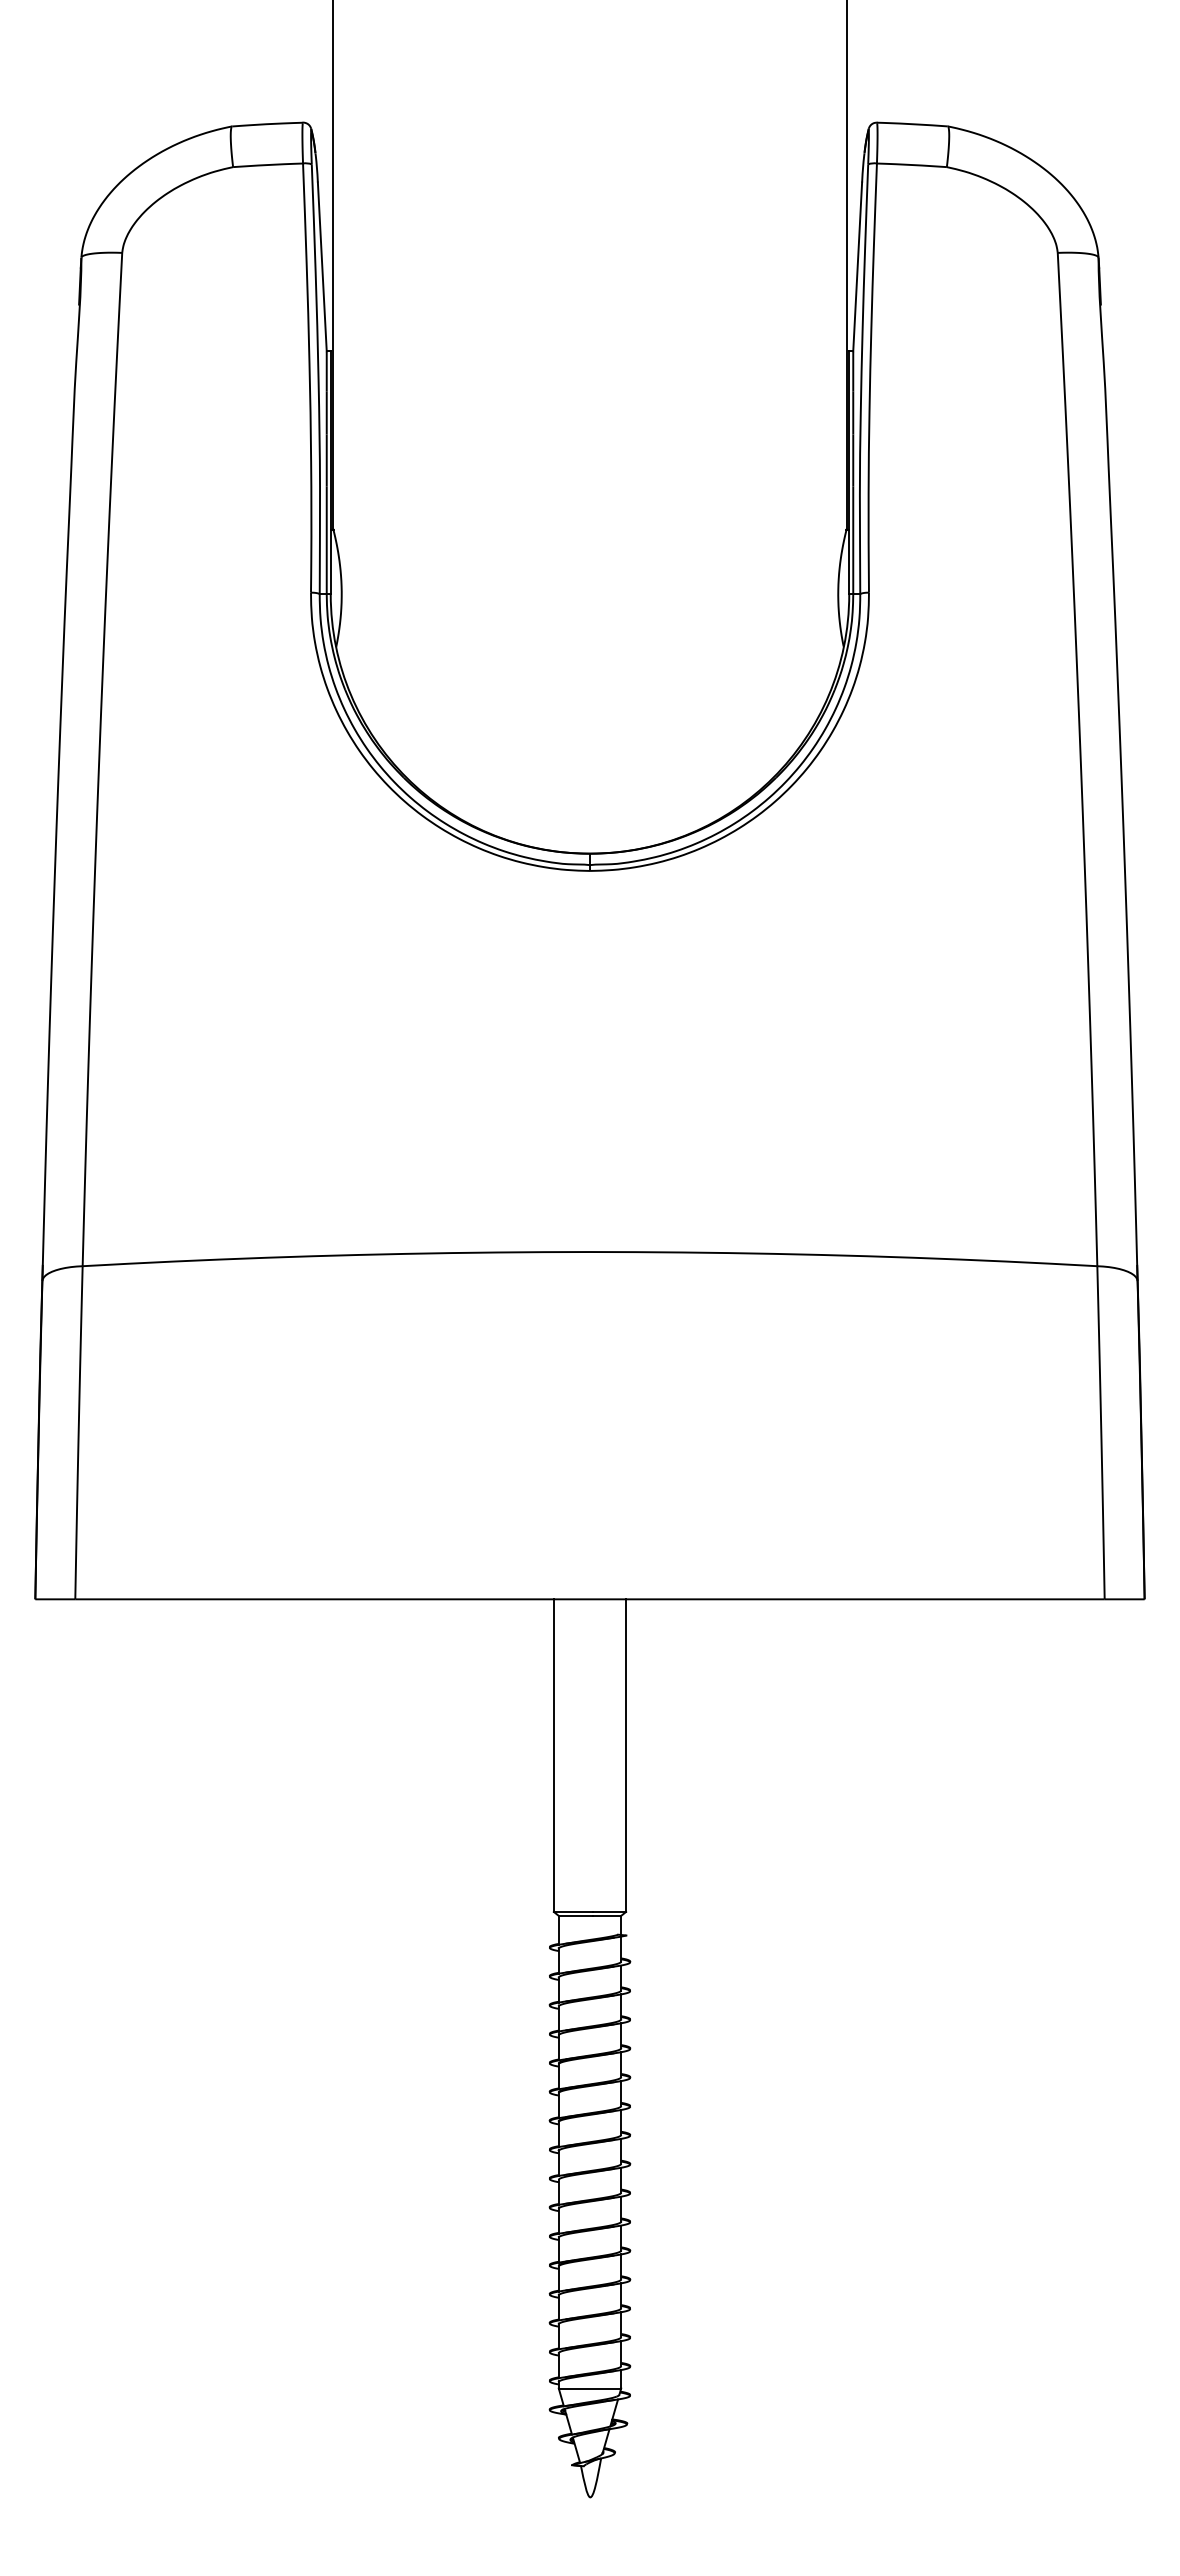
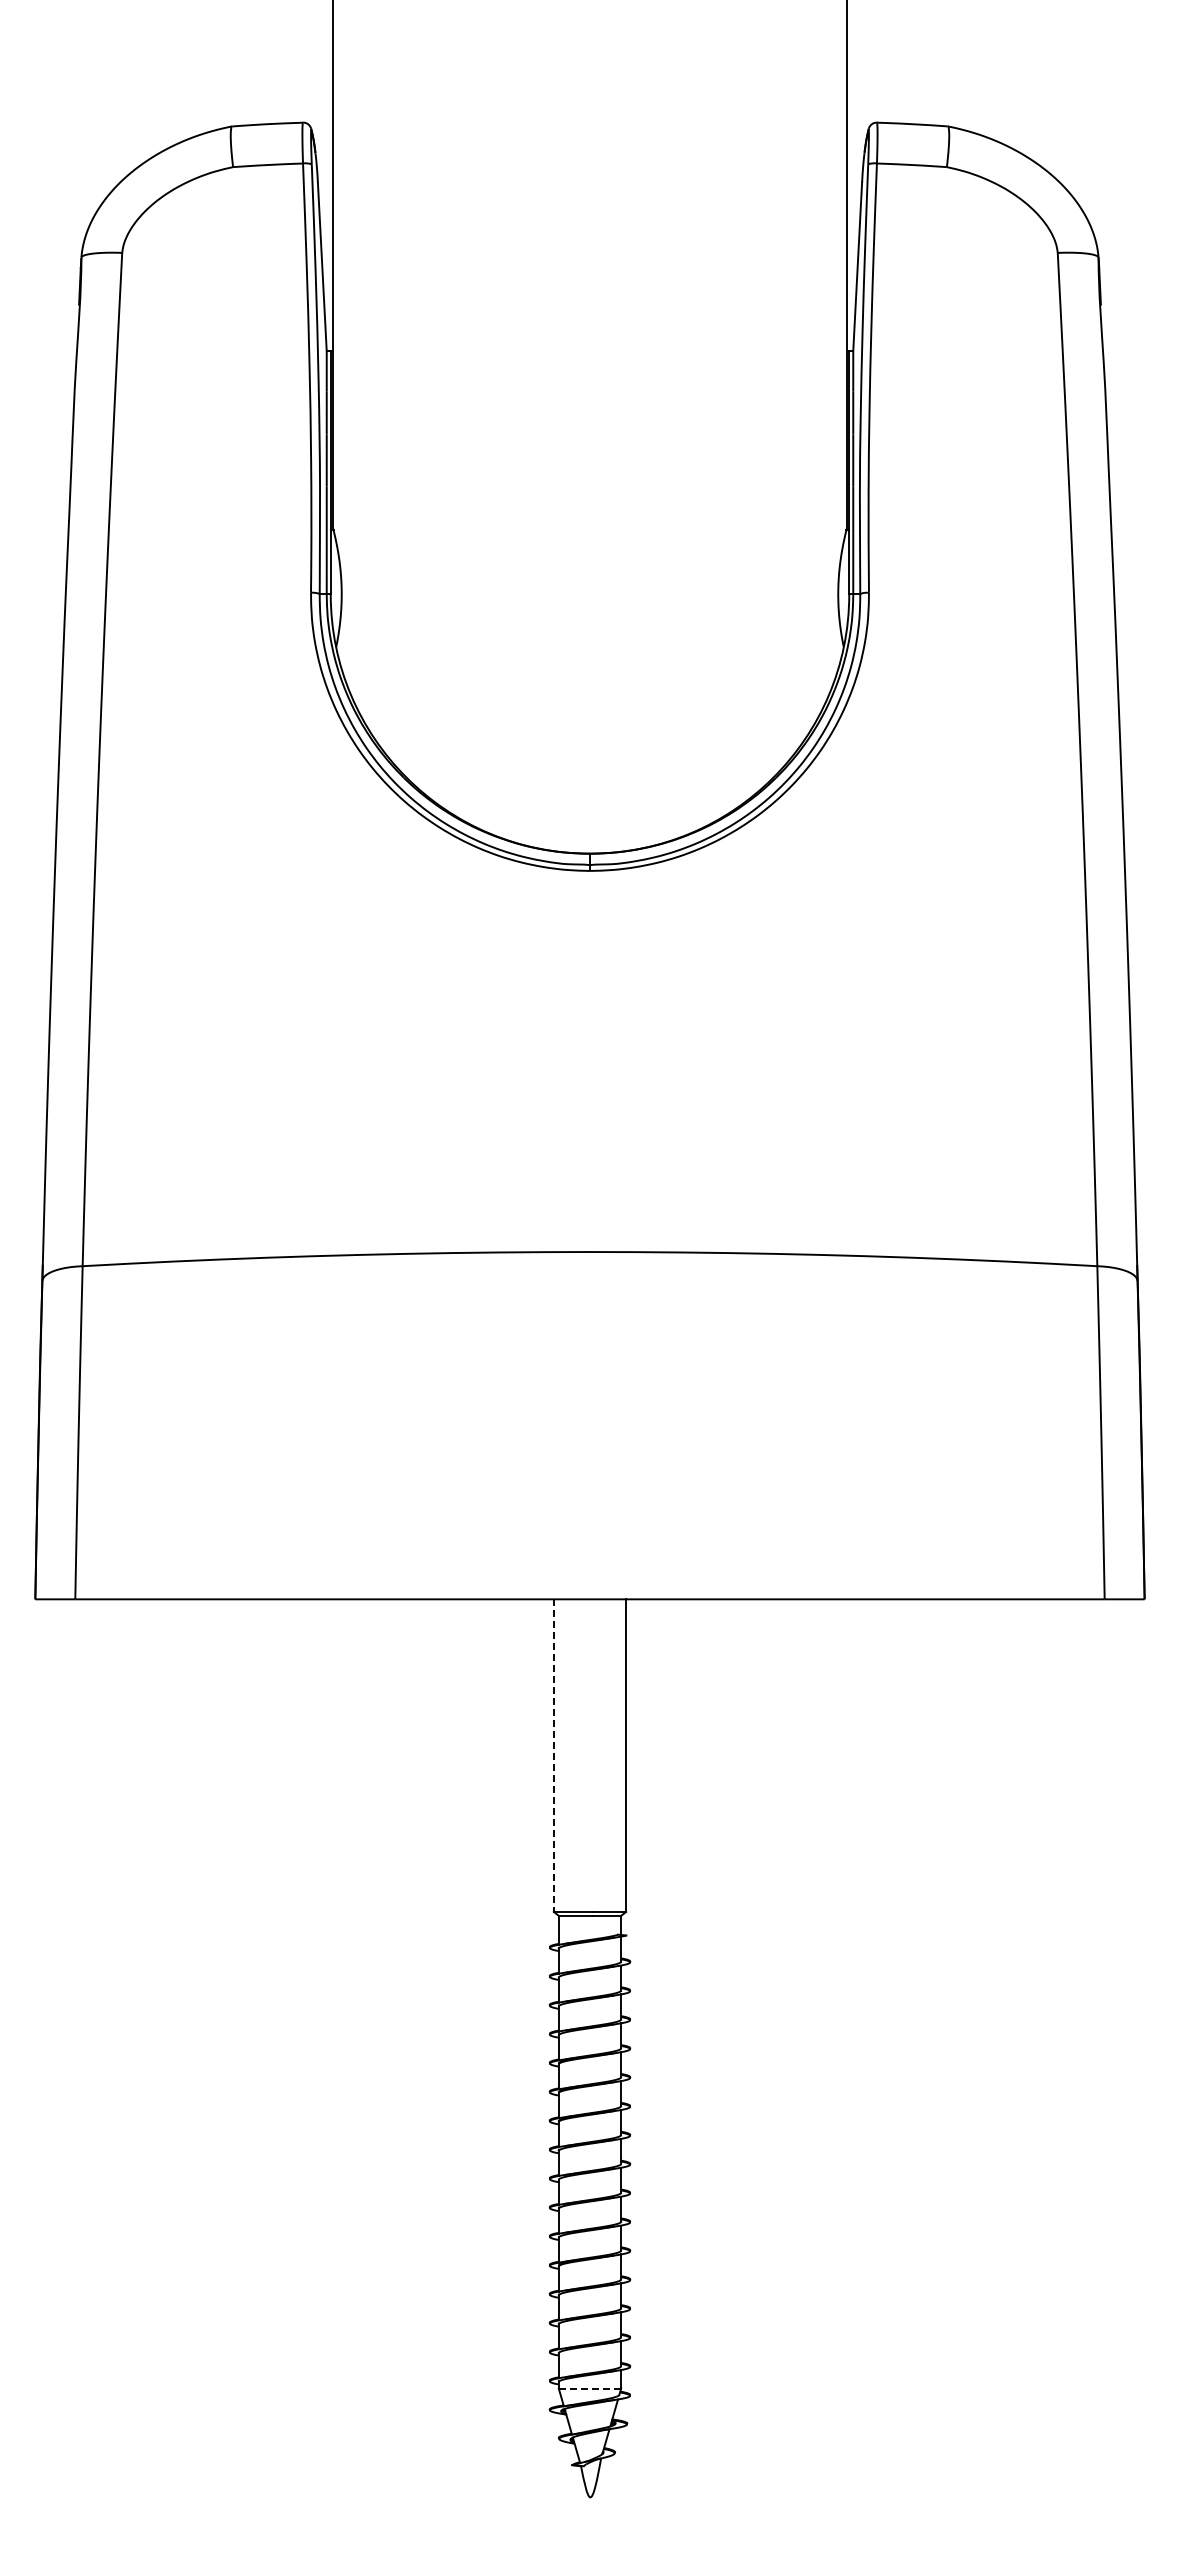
line at (553, 1756): solid -> dashed
line at (589, 2388): solid -> dashed
